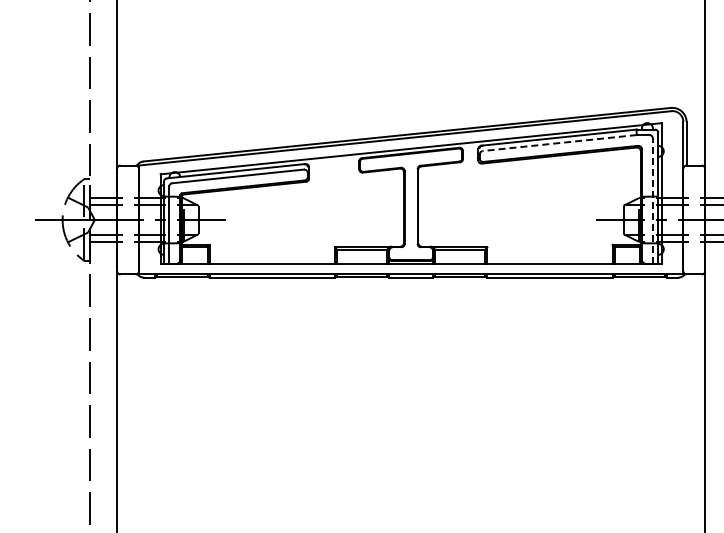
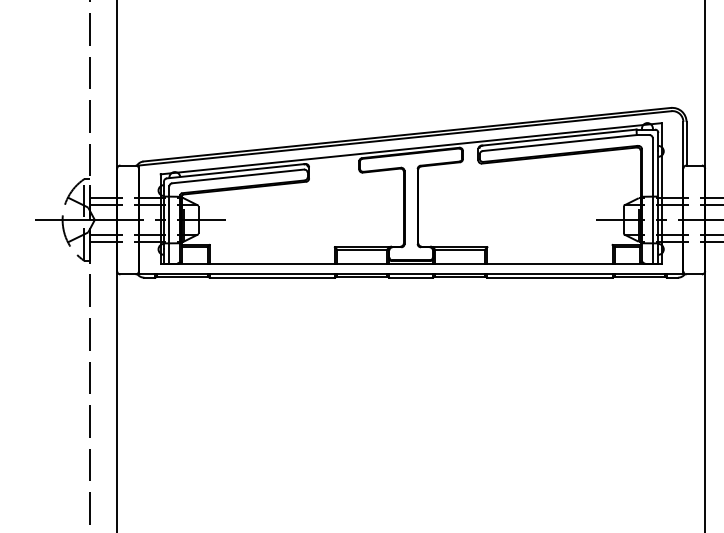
line at (559, 143): dashed -> solid
line at (652, 200): dashed -> solid
